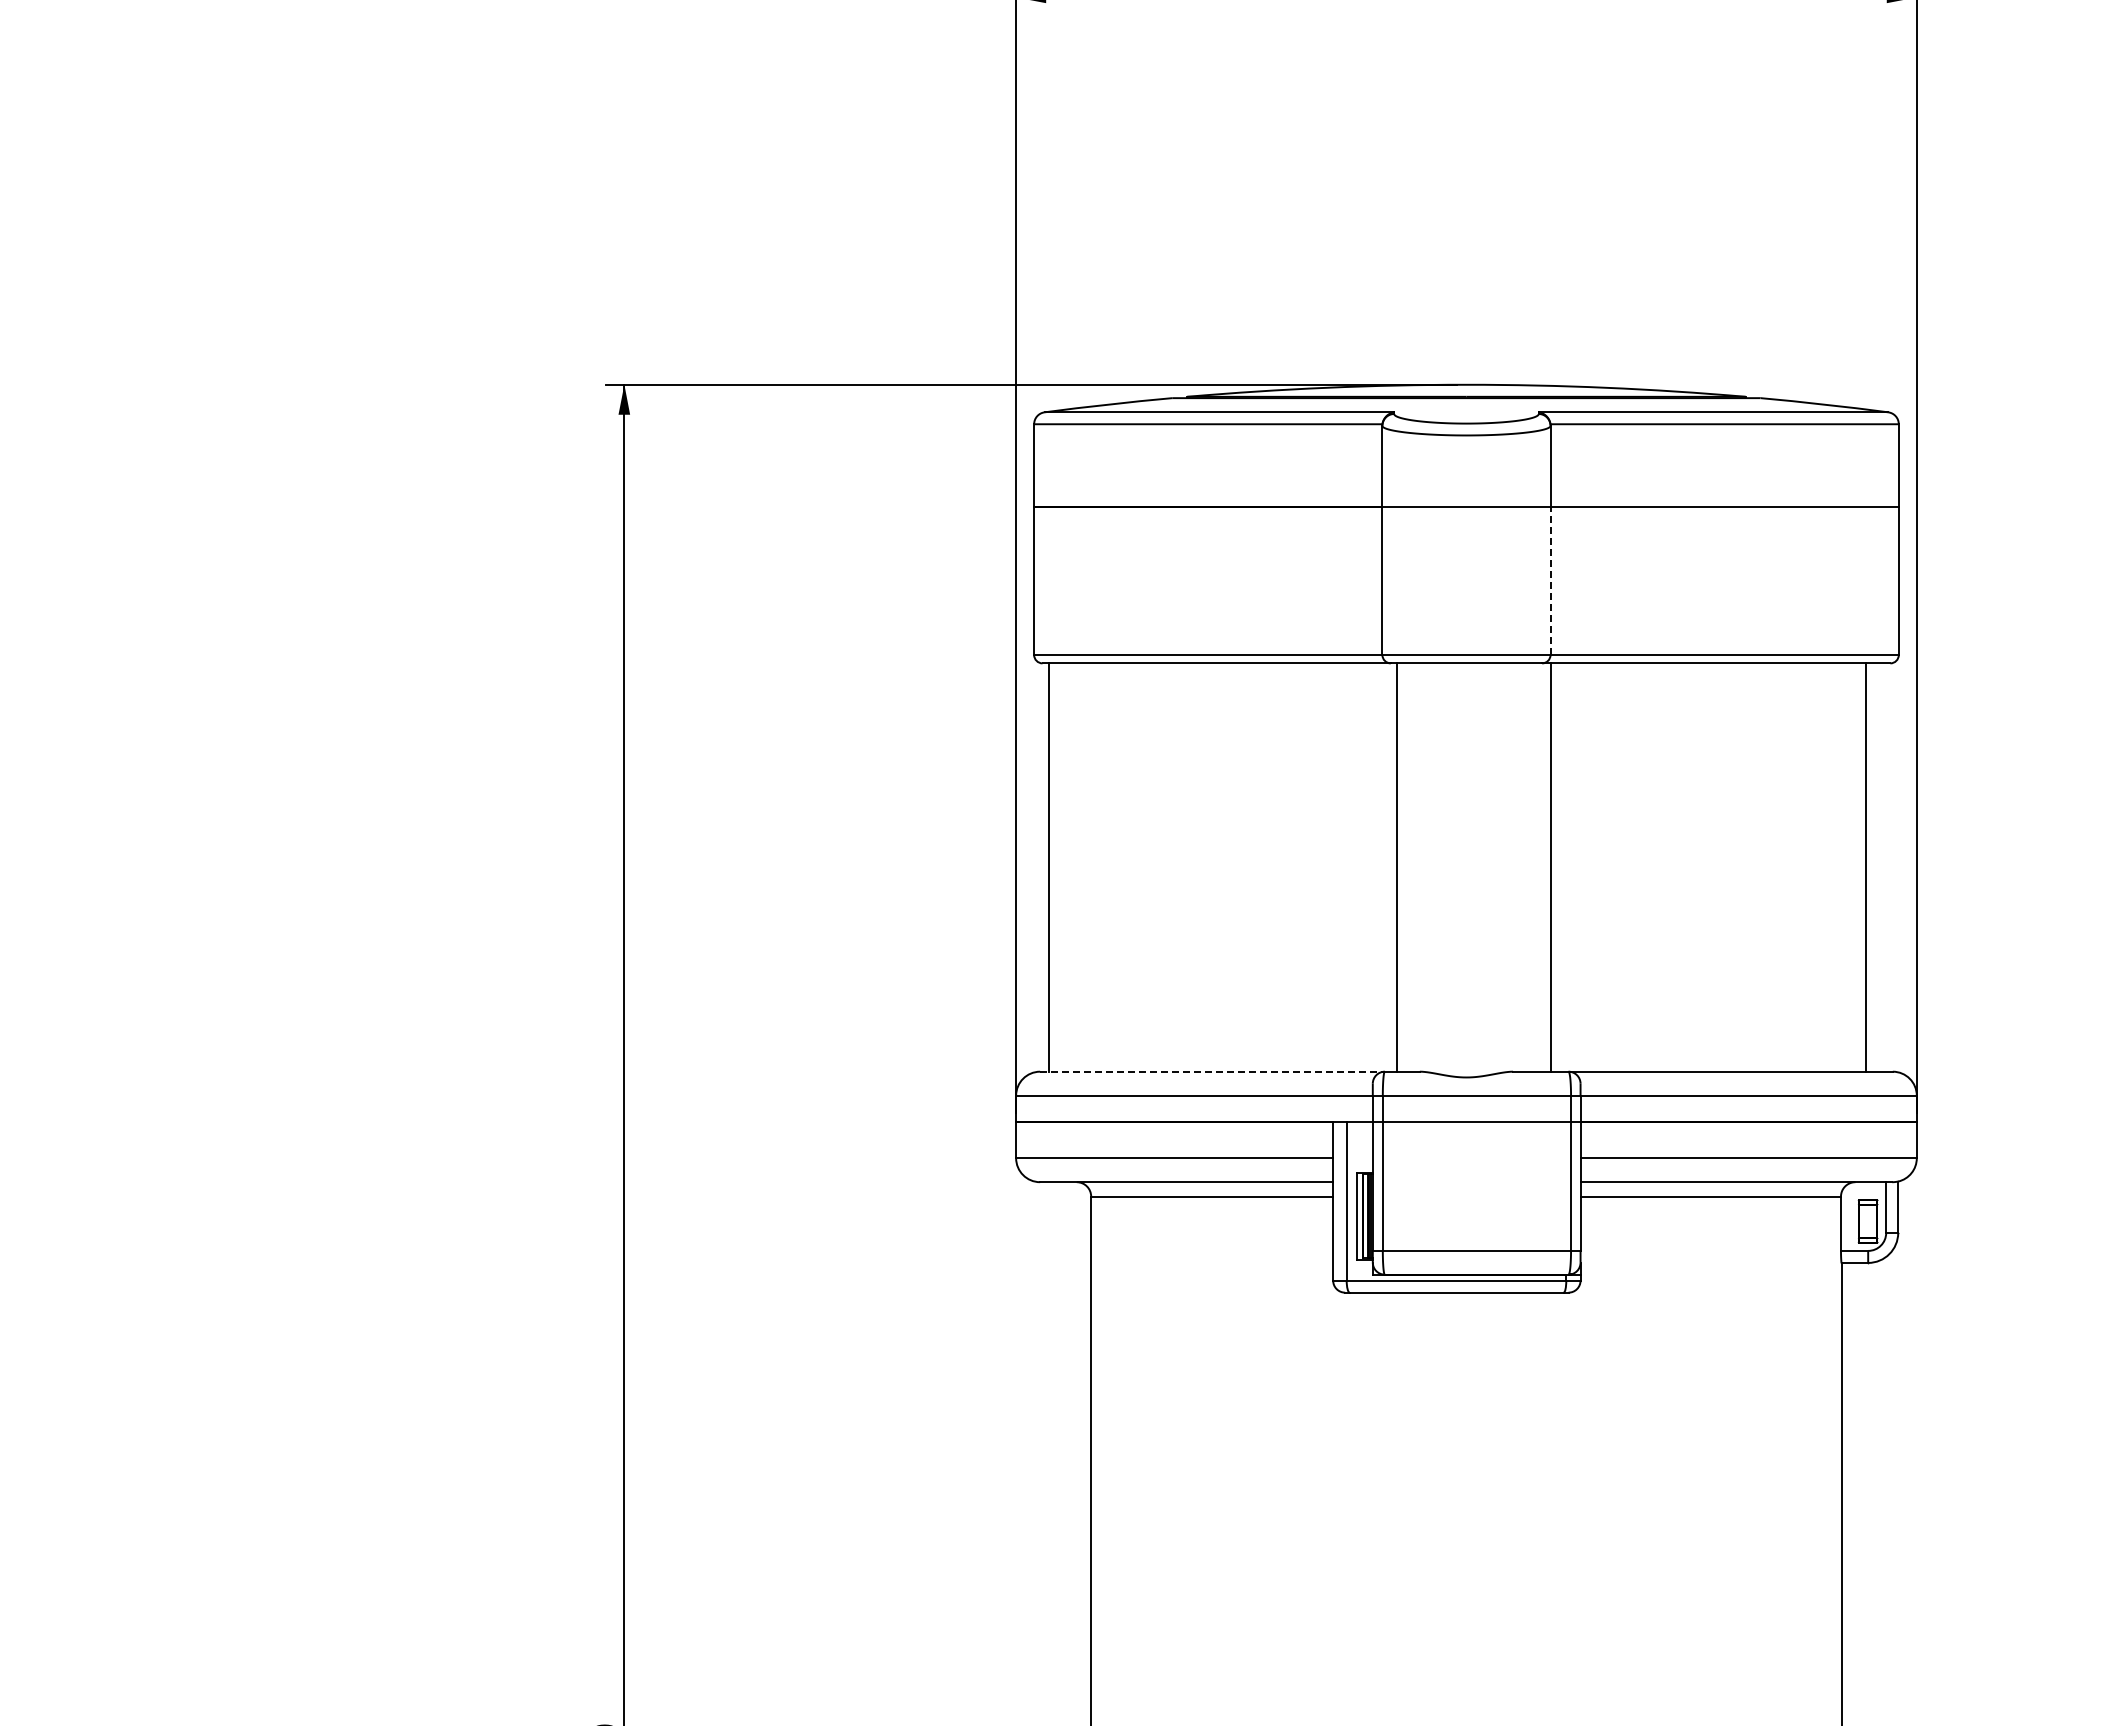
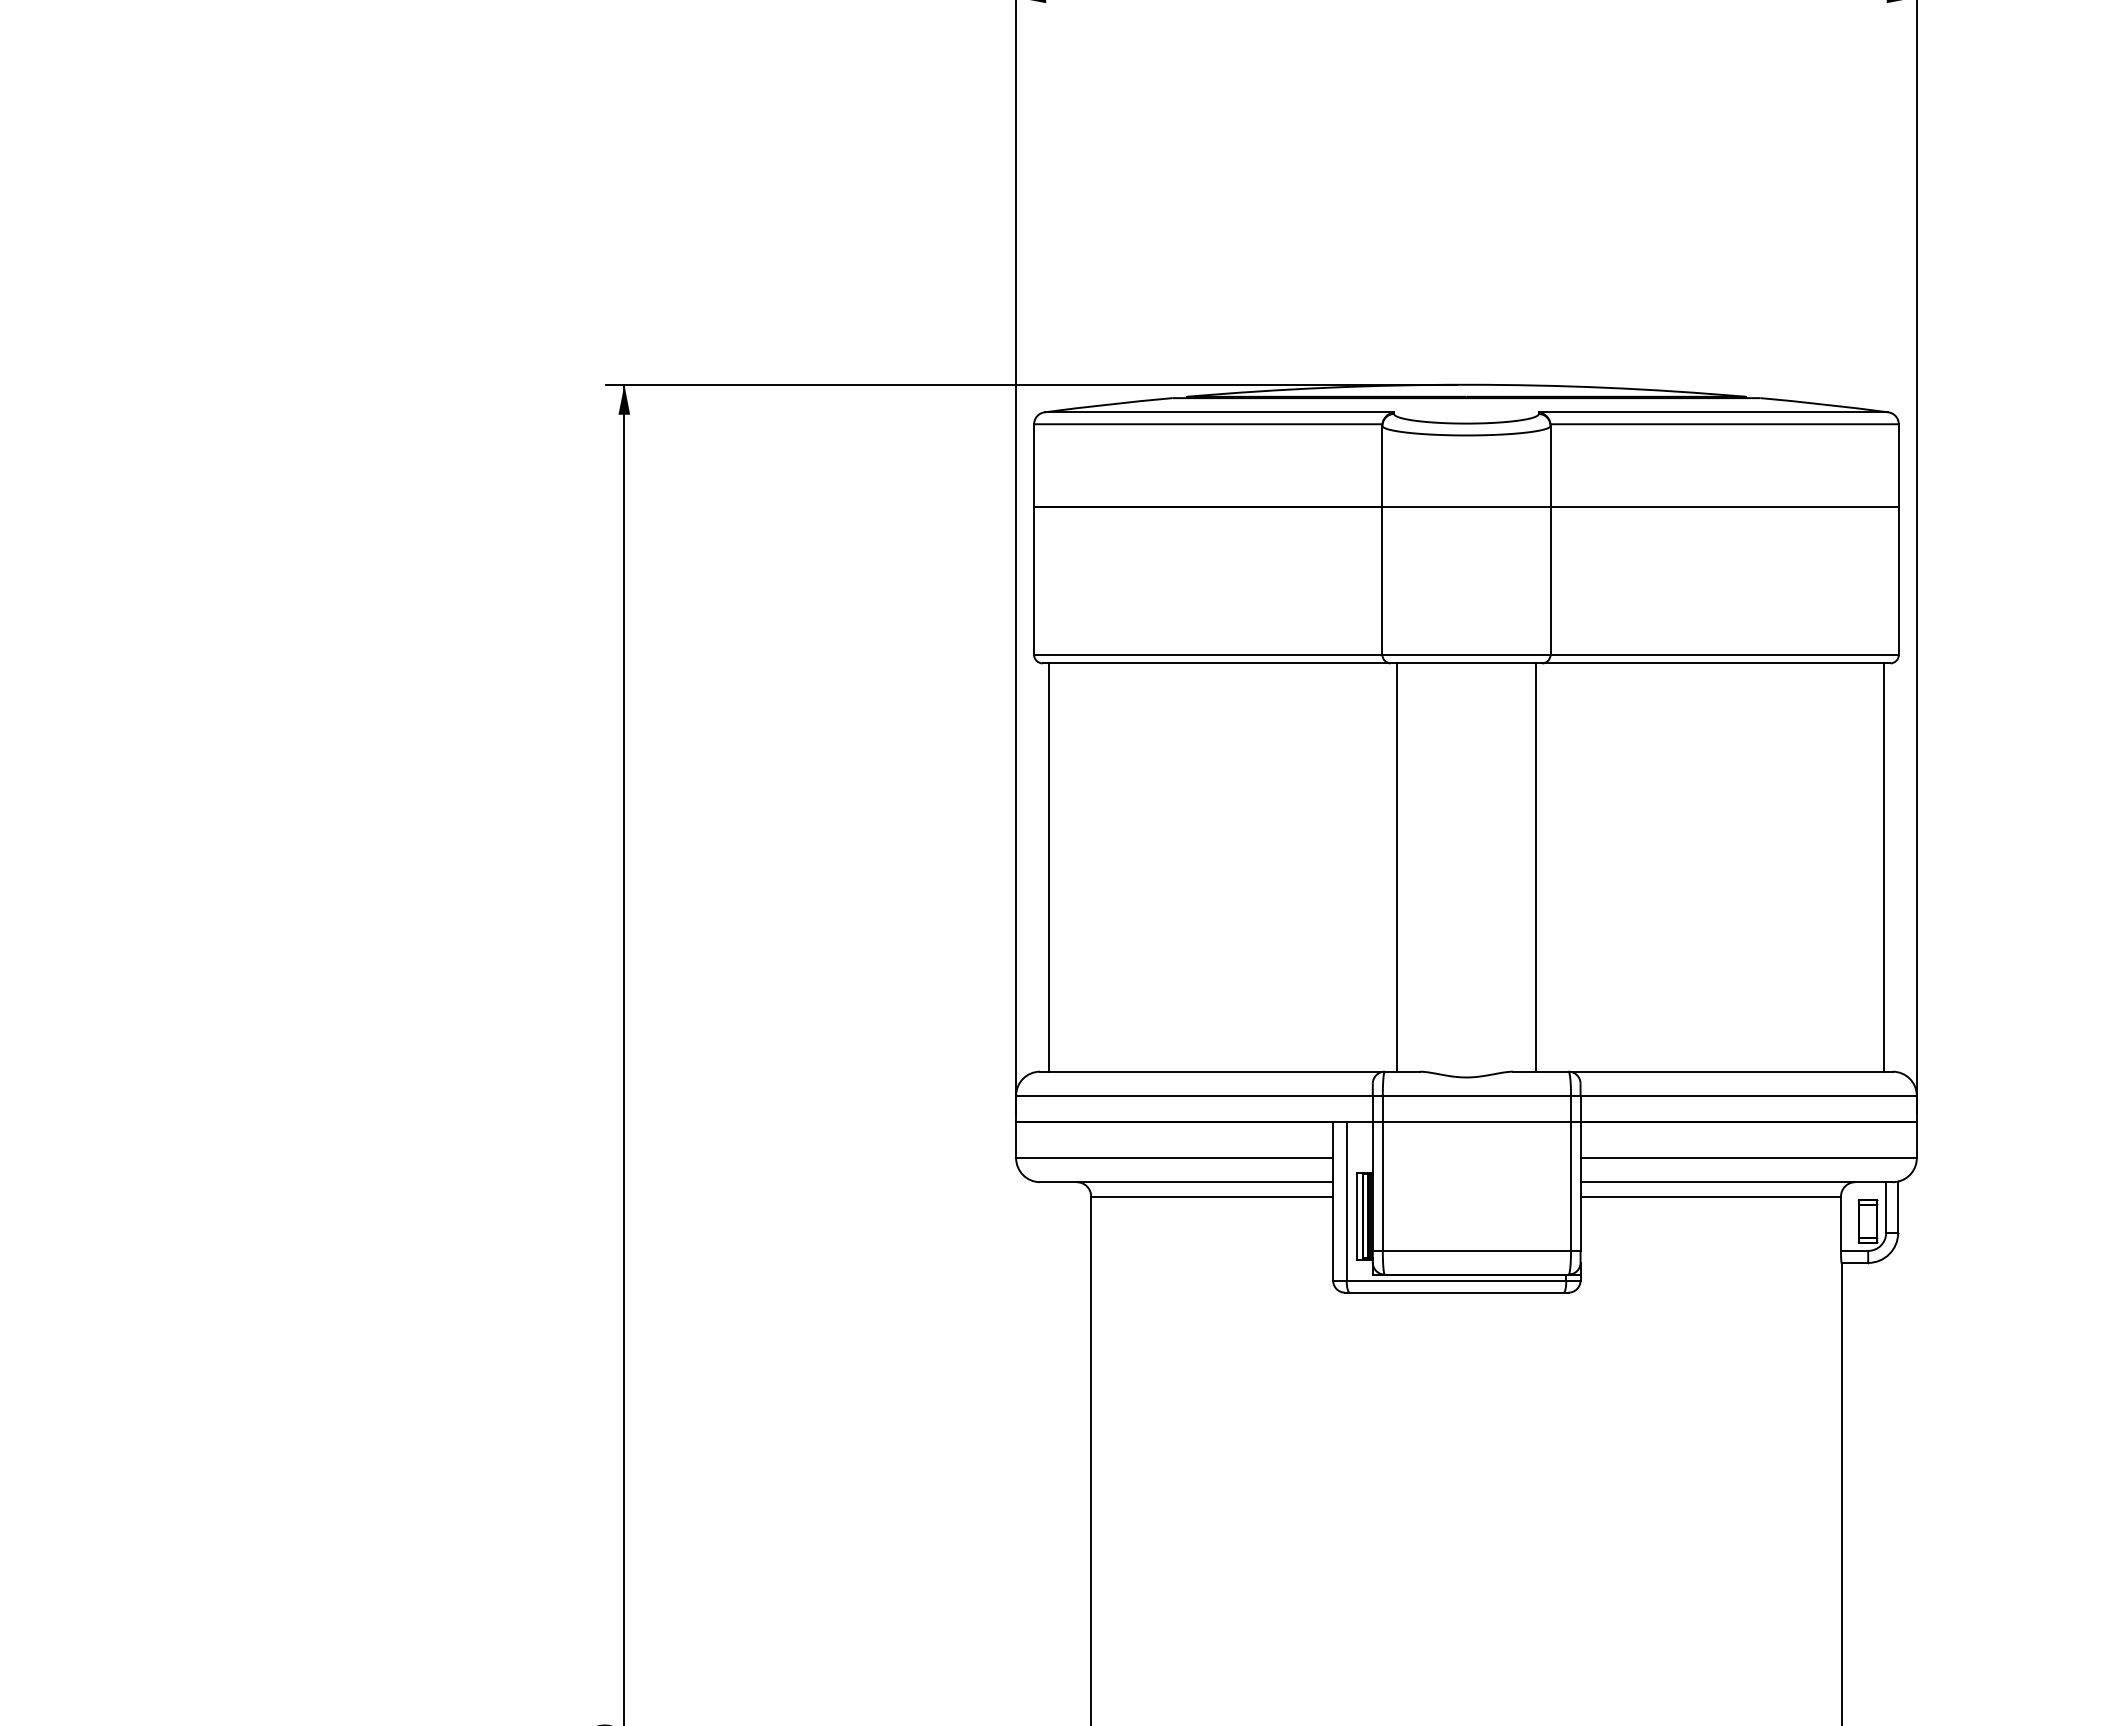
line at (1550, 581): dashed -> solid
line at (1551, 867) position: (1551, 867) -> (1536, 867)
line at (1865, 867) position: (1865, 867) -> (1883, 867)
line at (1212, 1071): dashed -> solid
